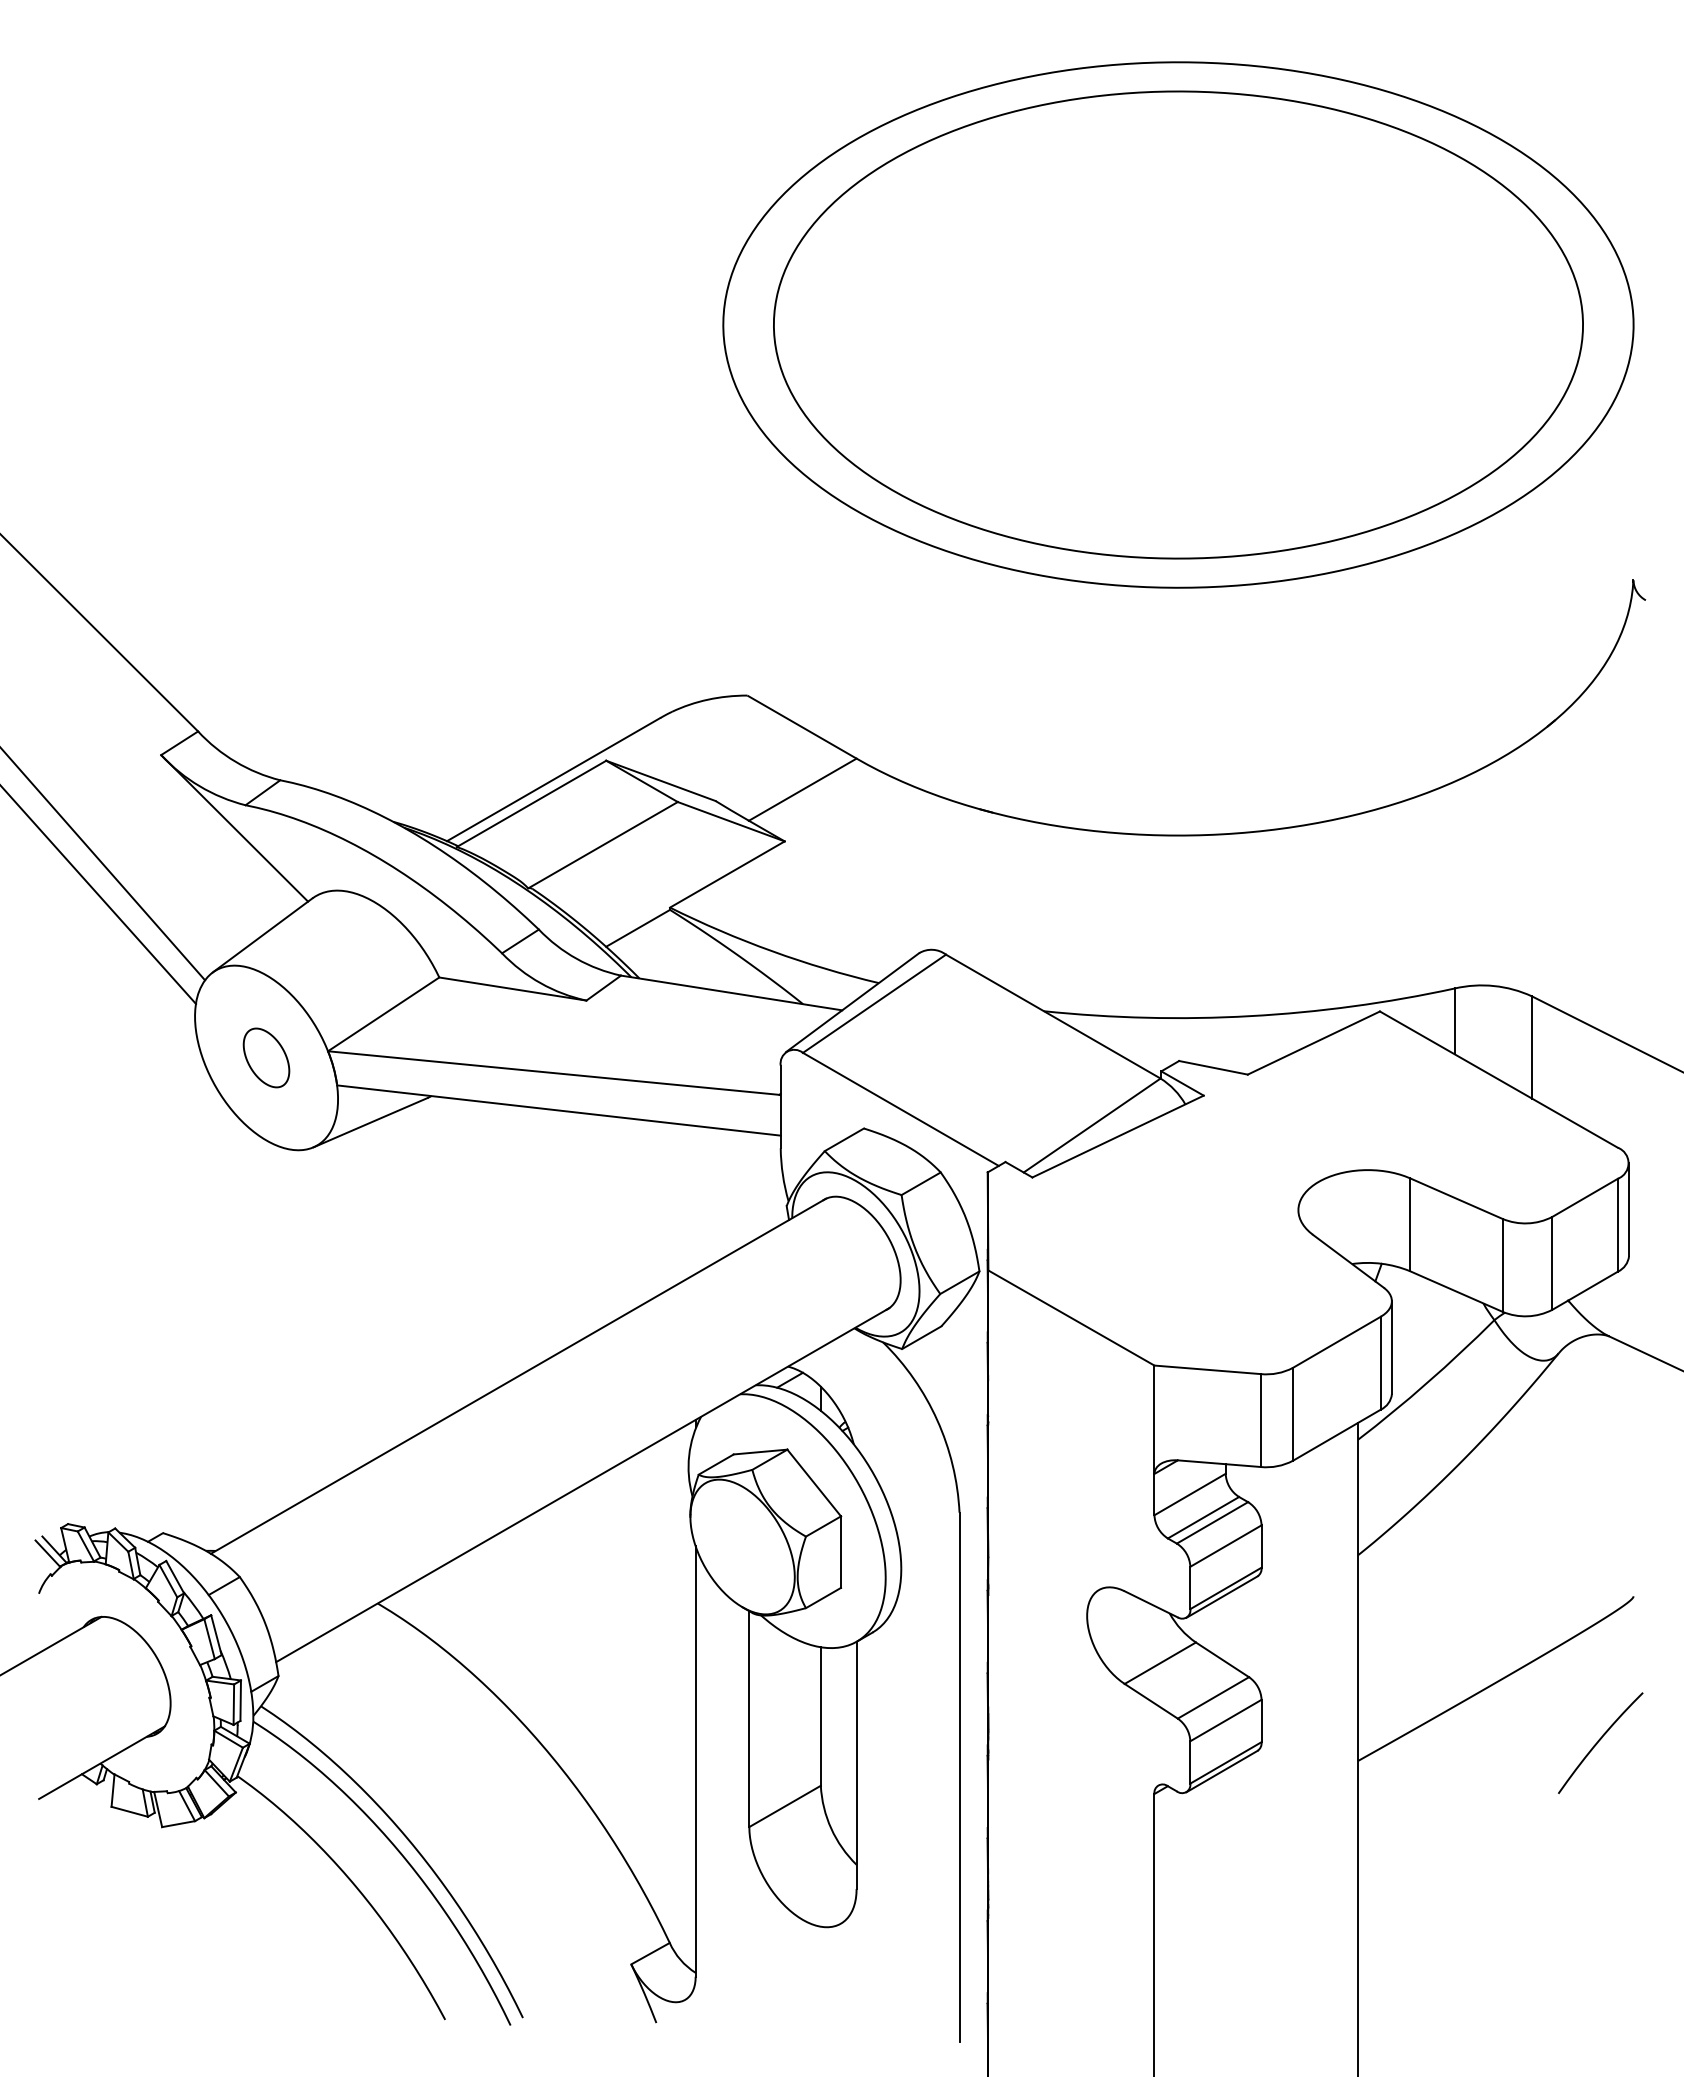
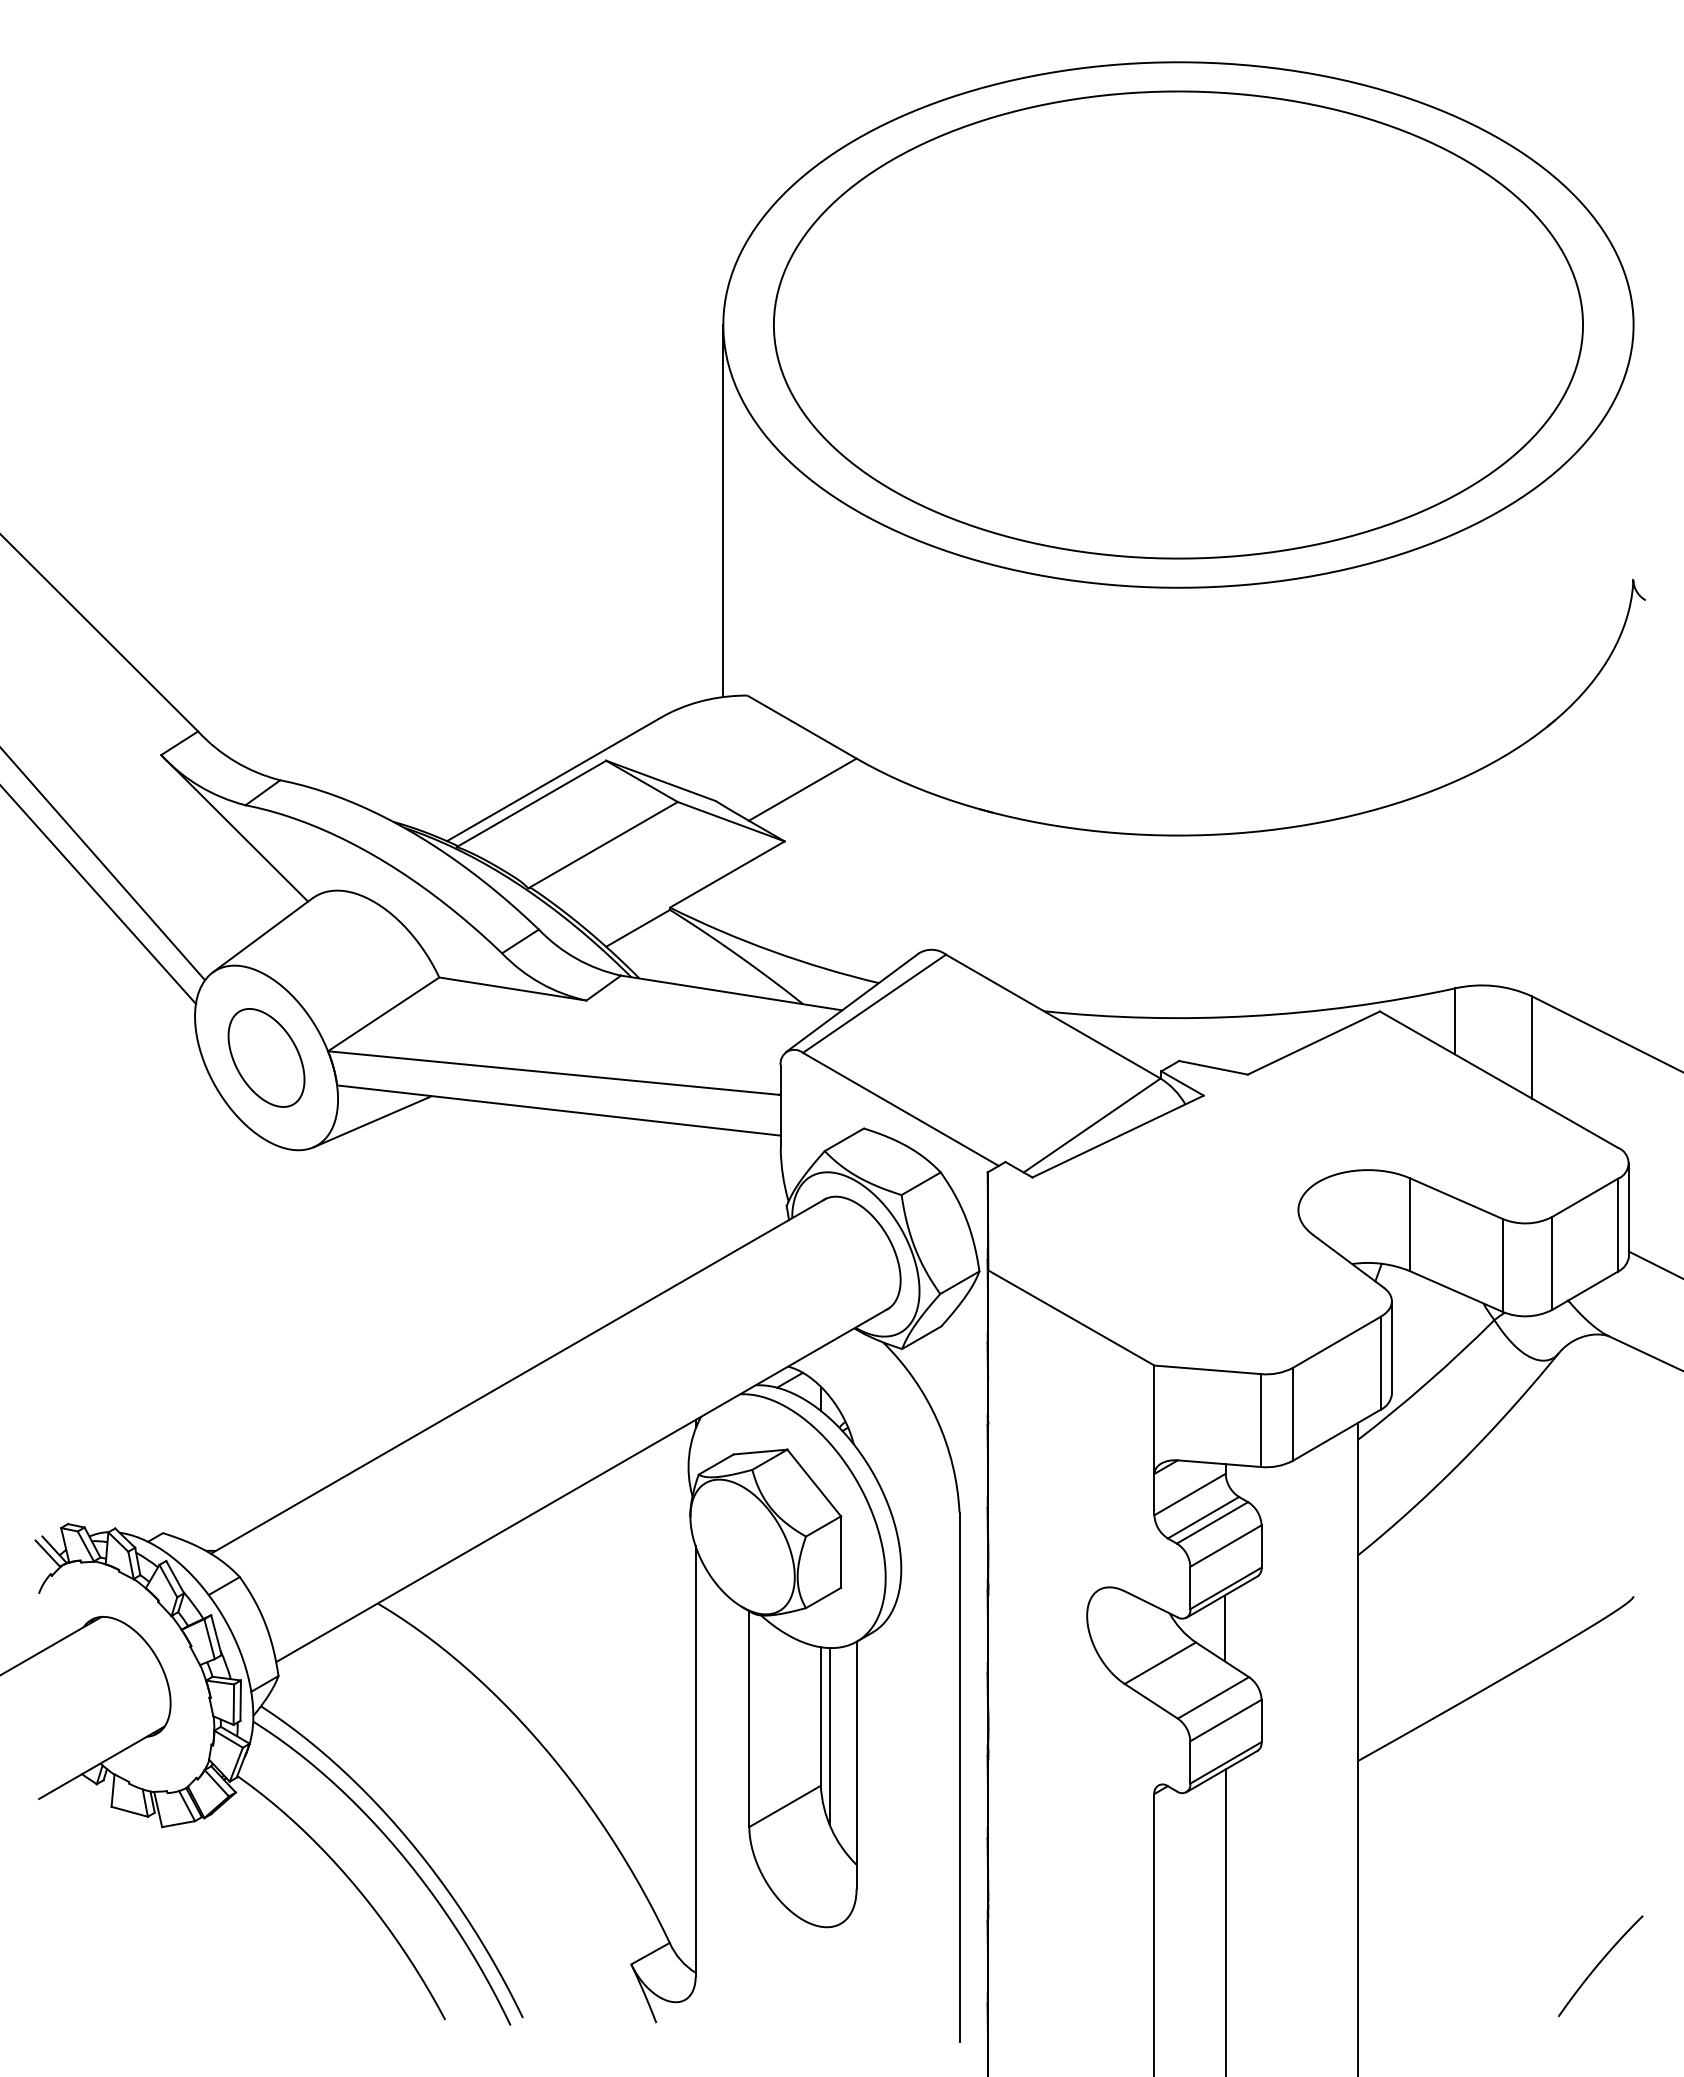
line at (723, 511): none -> present
part at (266, 1057) size: 49x62 px -> 79x100 px
line at (1654, 1264): none -> present
line at (1224, 1628): none -> present
line at (829, 1736): none -> present
curve at (1599, 1741) position: (1599, 1741) -> (1599, 1964)
line at (1225, 1921): none -> present
